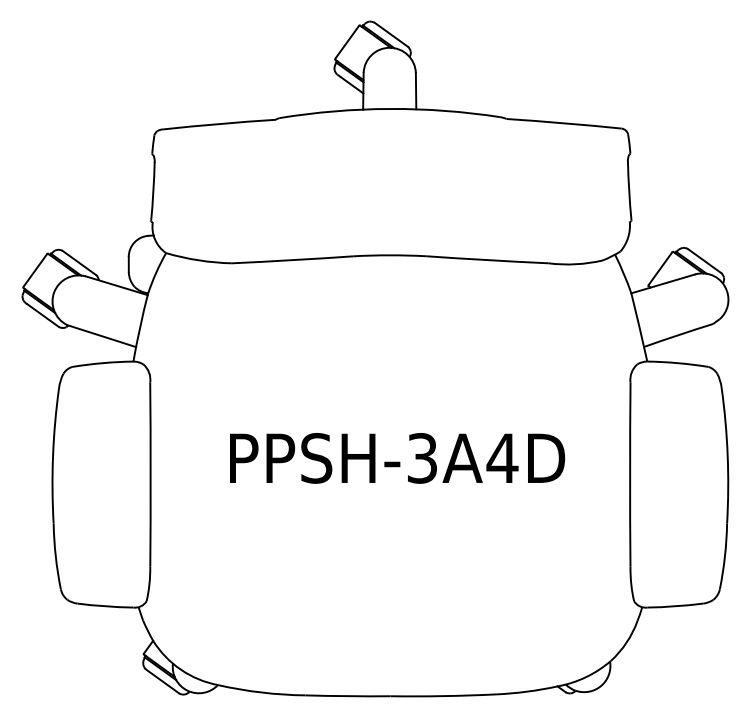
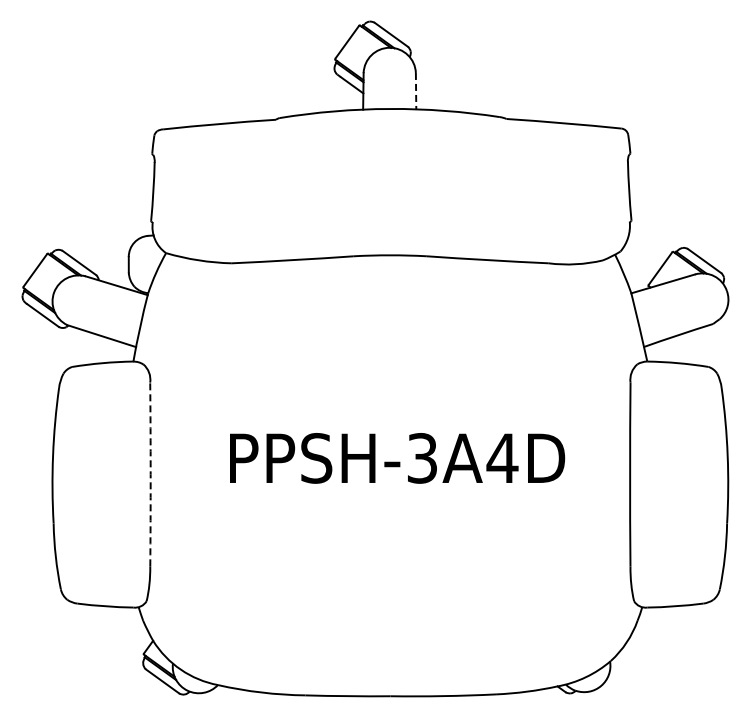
line at (416, 91): solid -> dashed
arc at (150, 474): solid -> dashed
